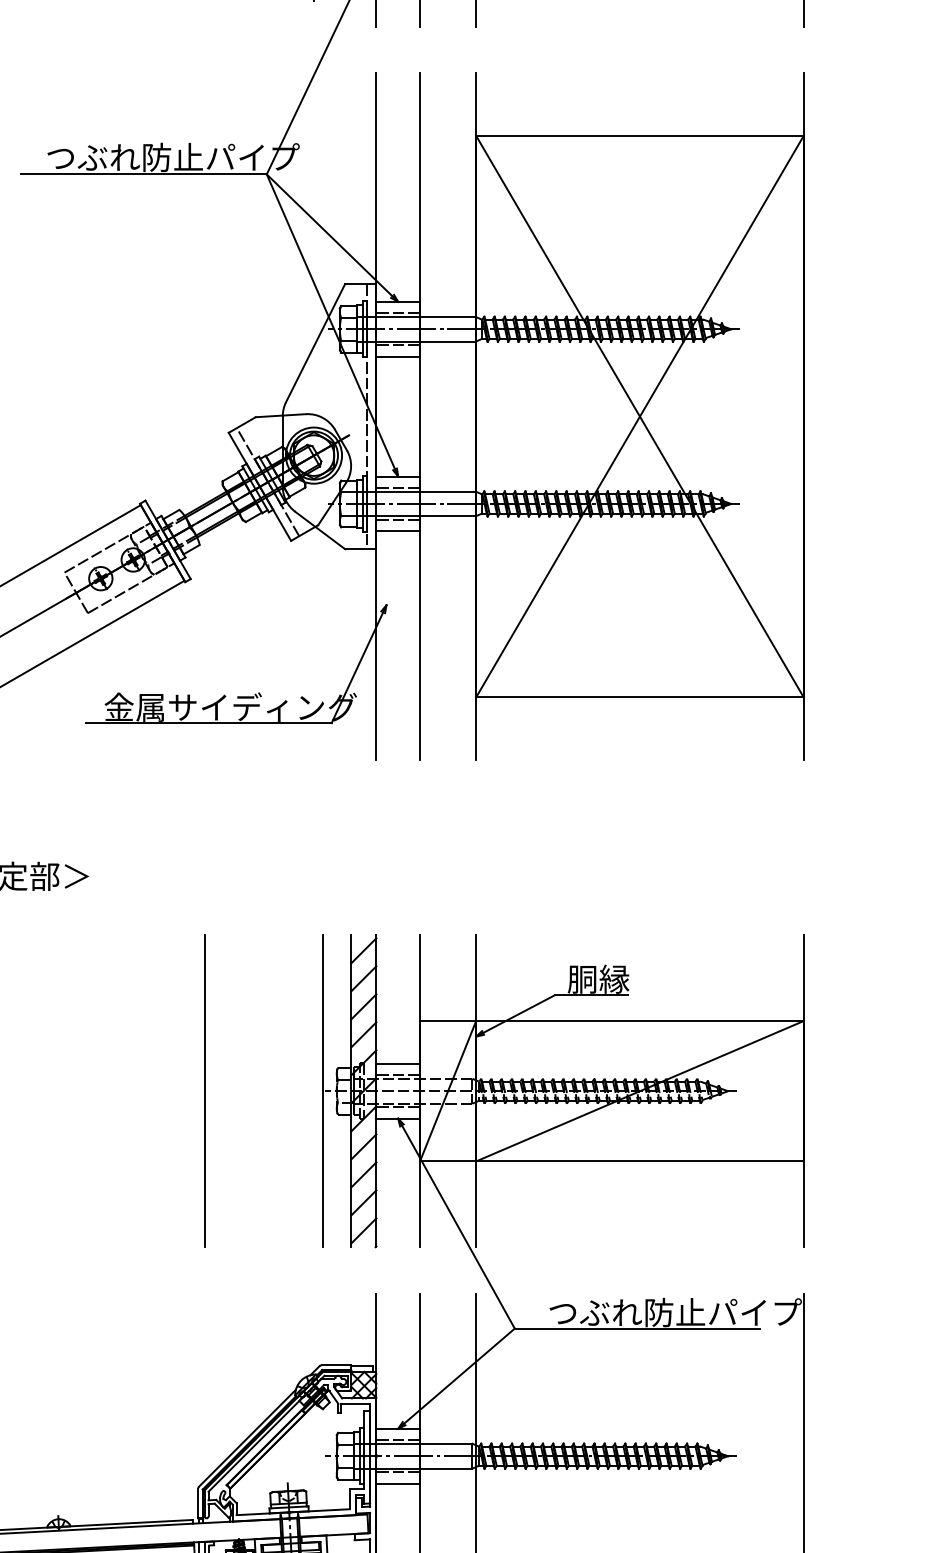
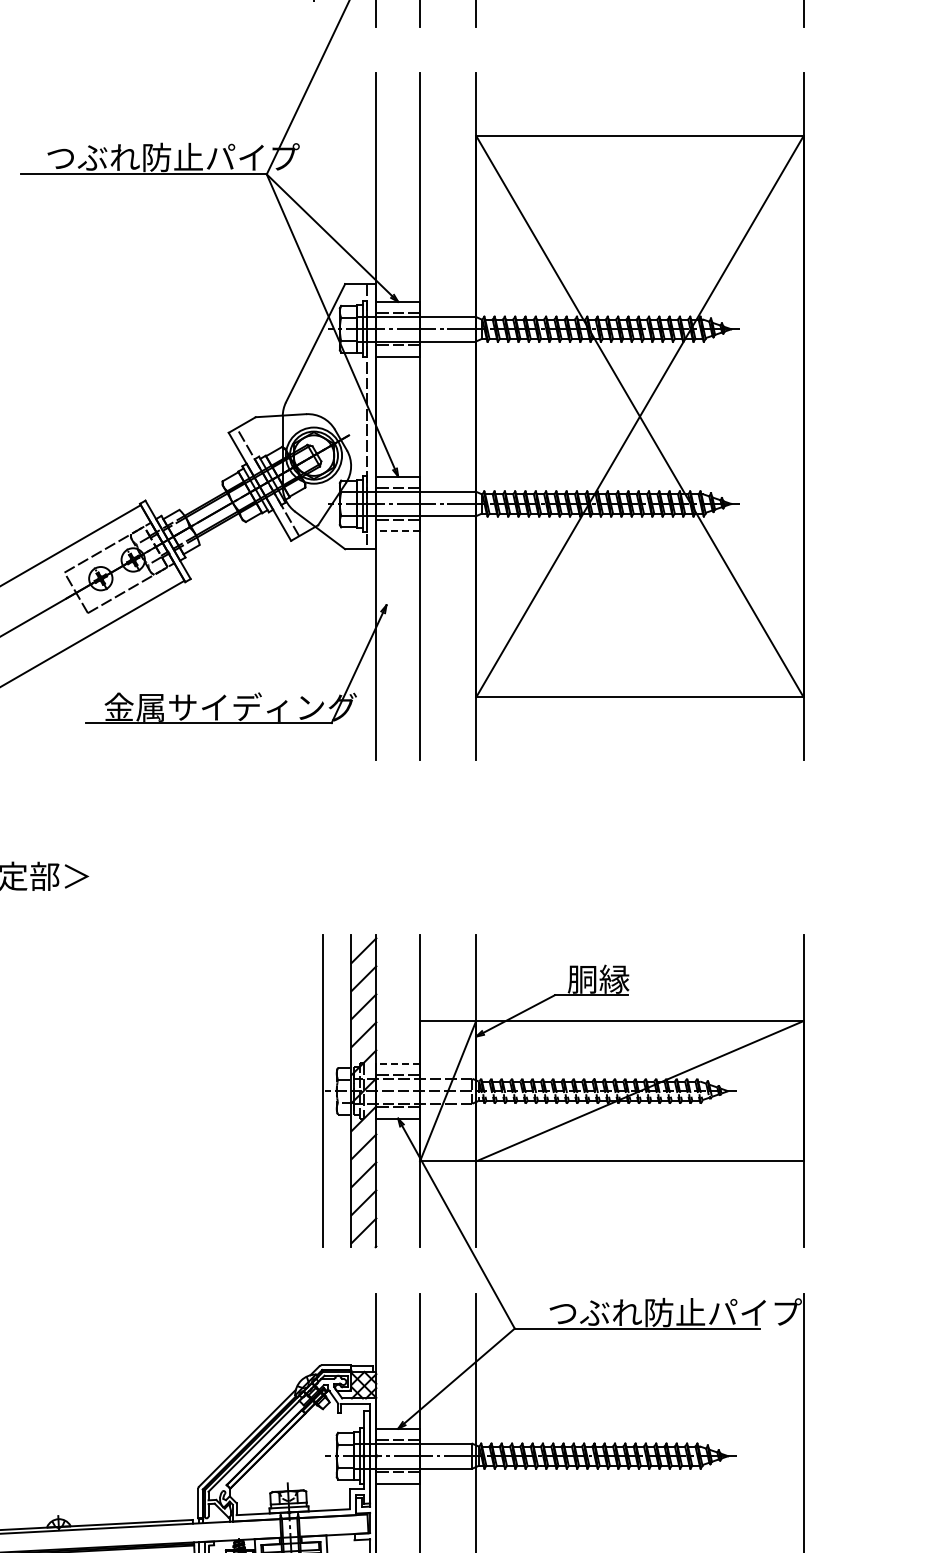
line at (398, 531): solid -> dashed
line at (398, 1063): solid -> dashed
line at (204, 1090): present -> none
